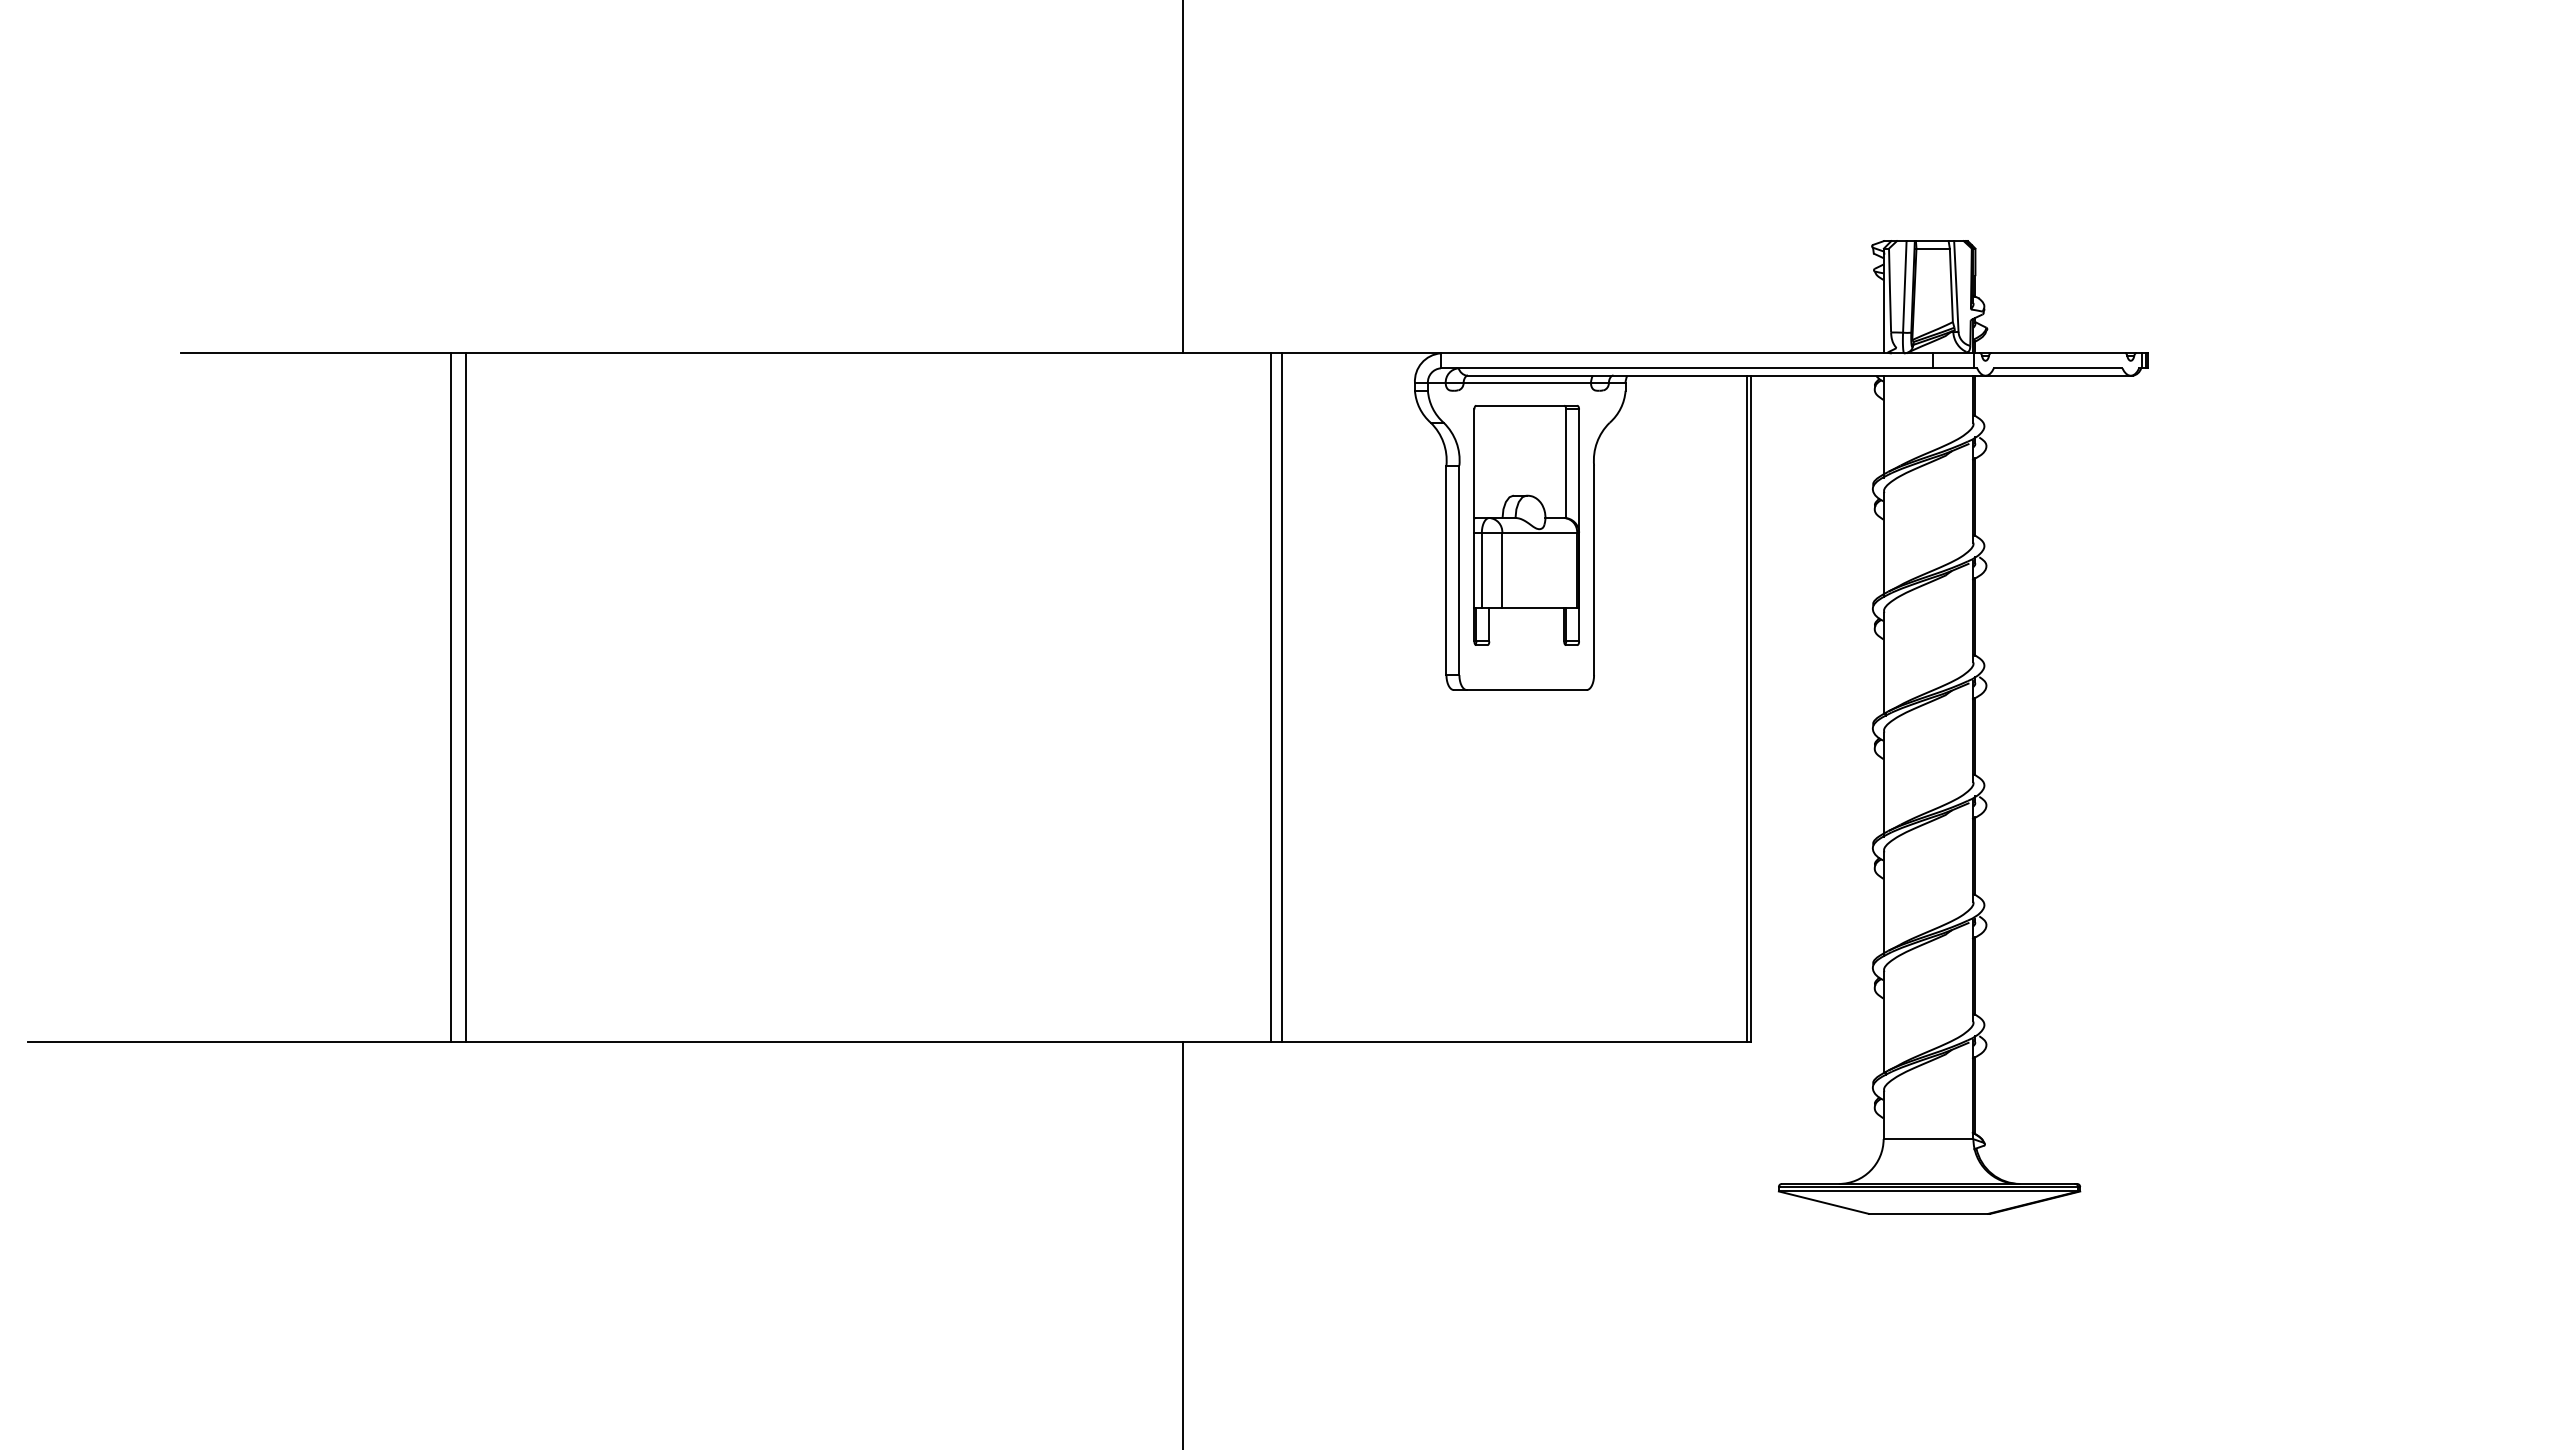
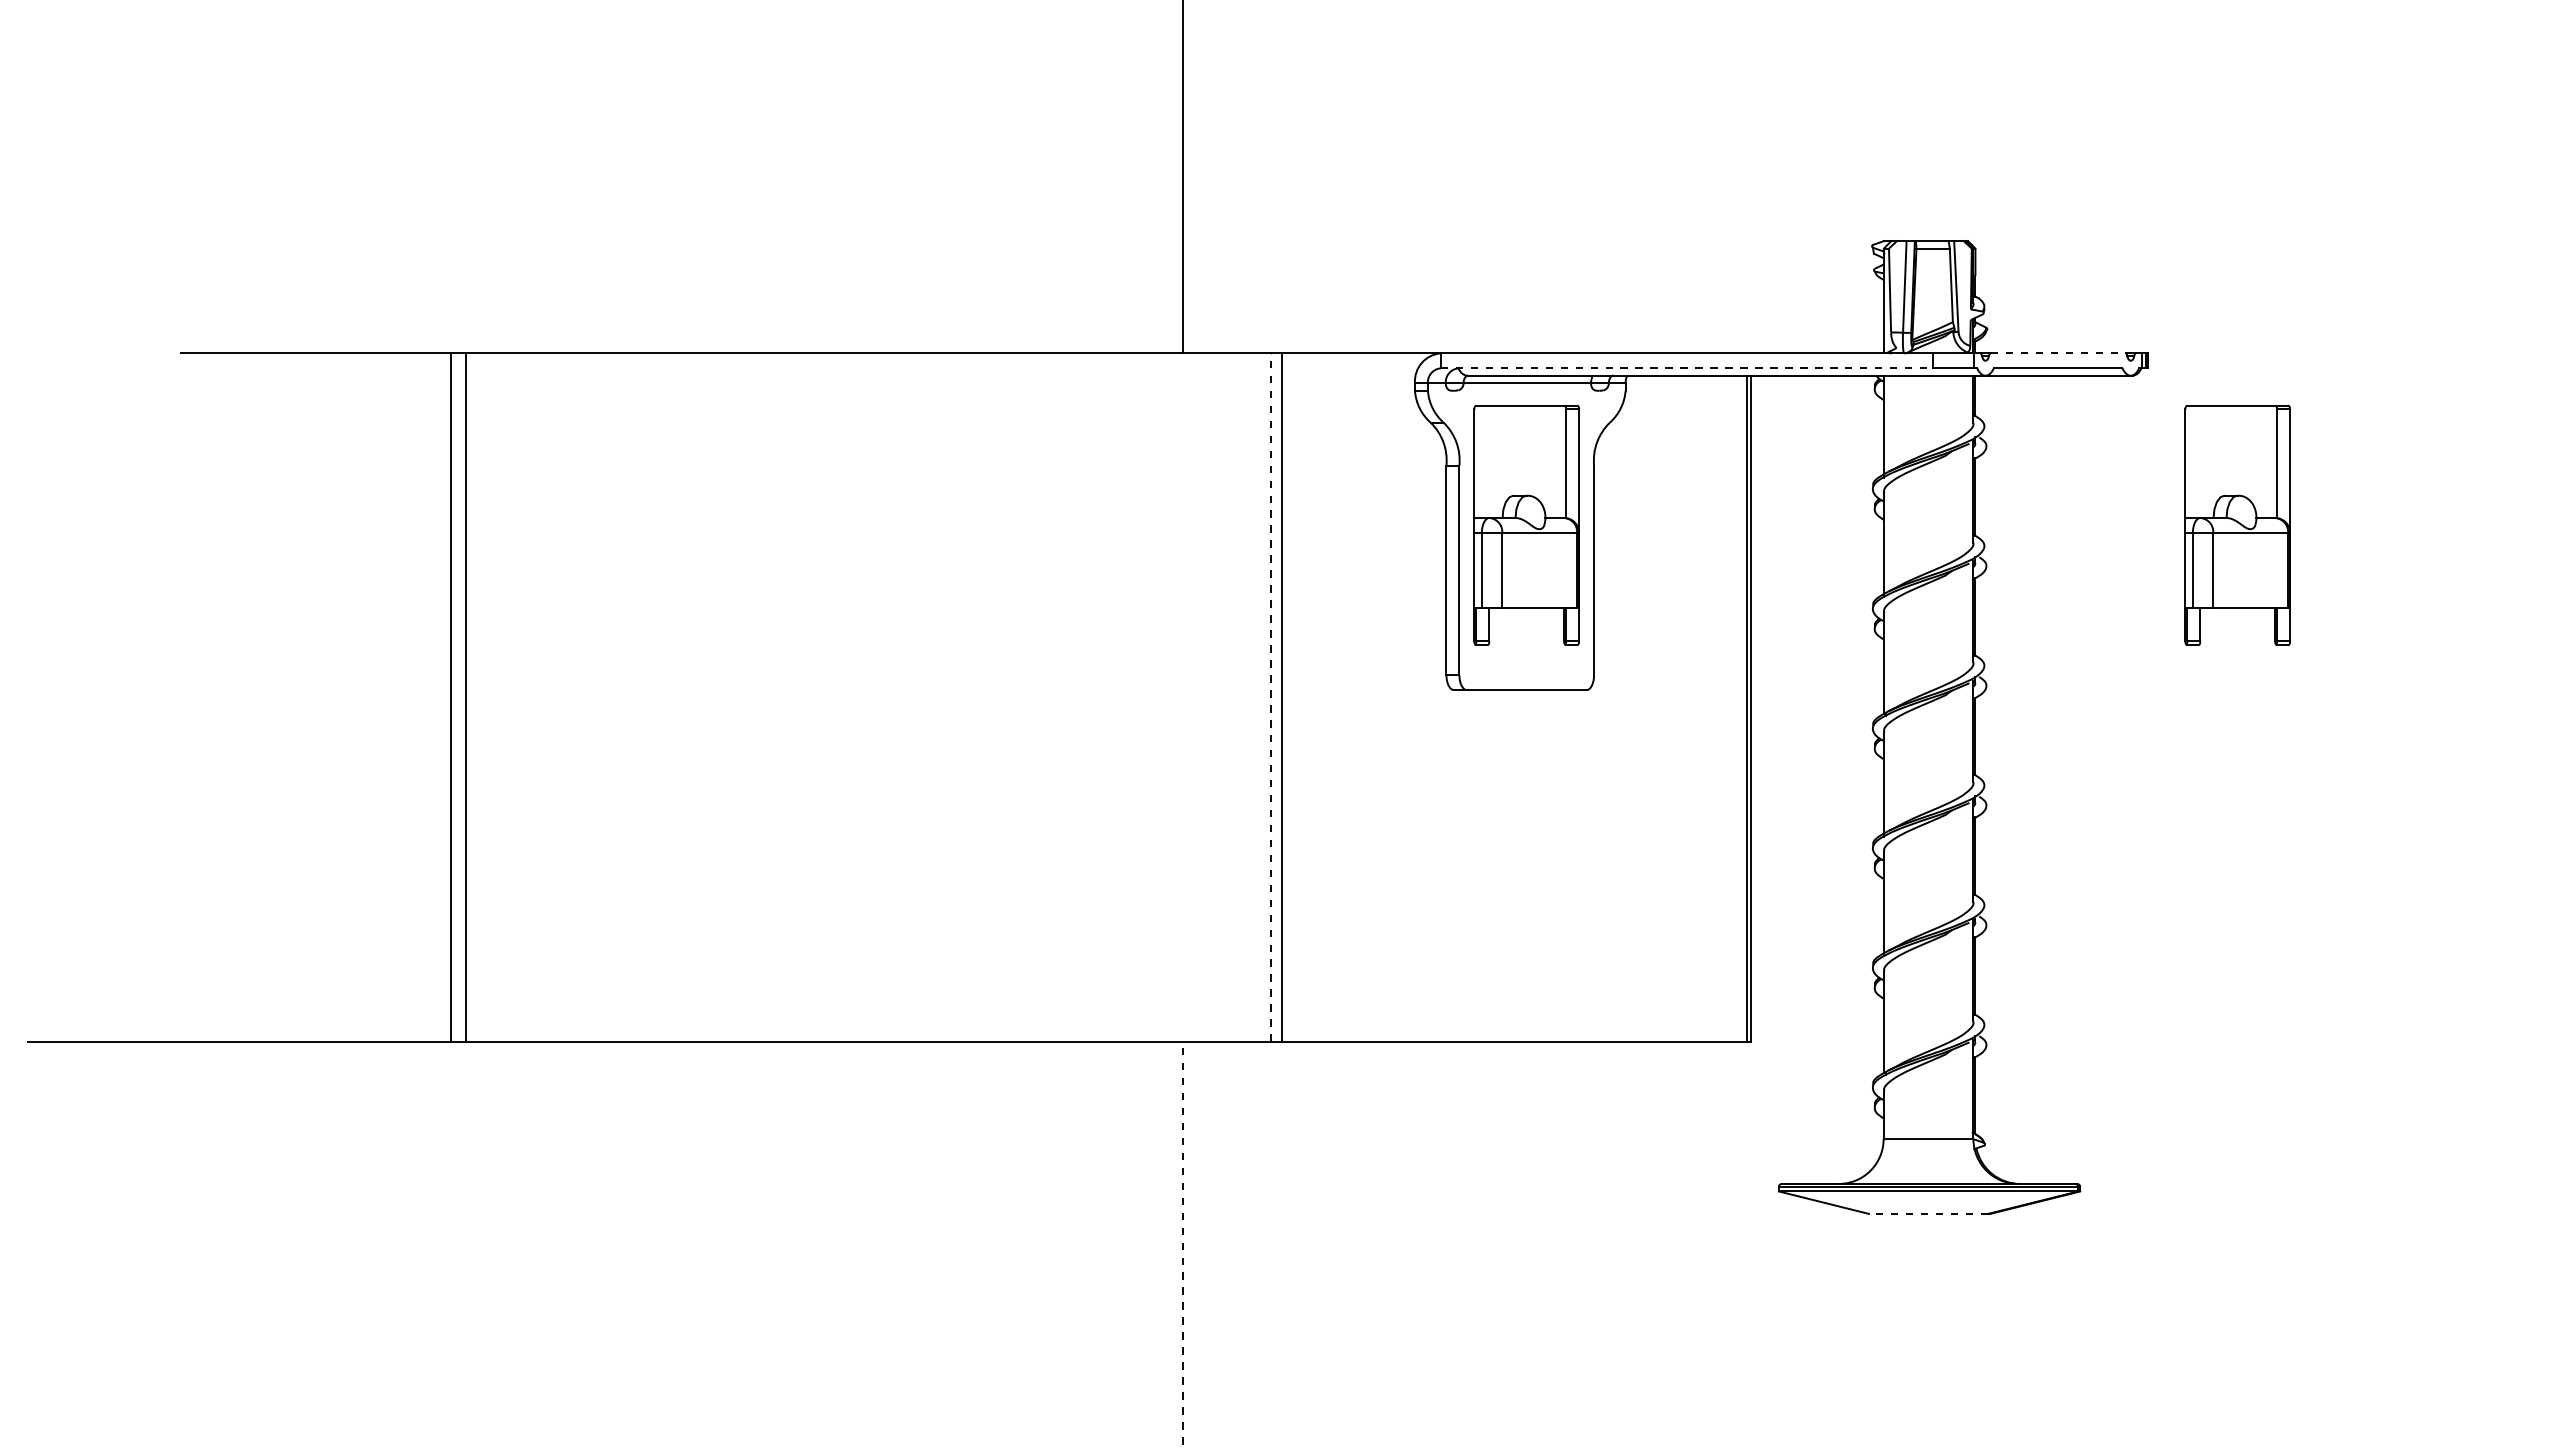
line at (2058, 353): solid -> dashed
line at (1687, 368): solid -> dashed
part at (2237, 525): none -> present
line at (1271, 697): solid -> dashed
line at (1928, 1213): solid -> dashed
line at (1182, 1245): solid -> dashed
